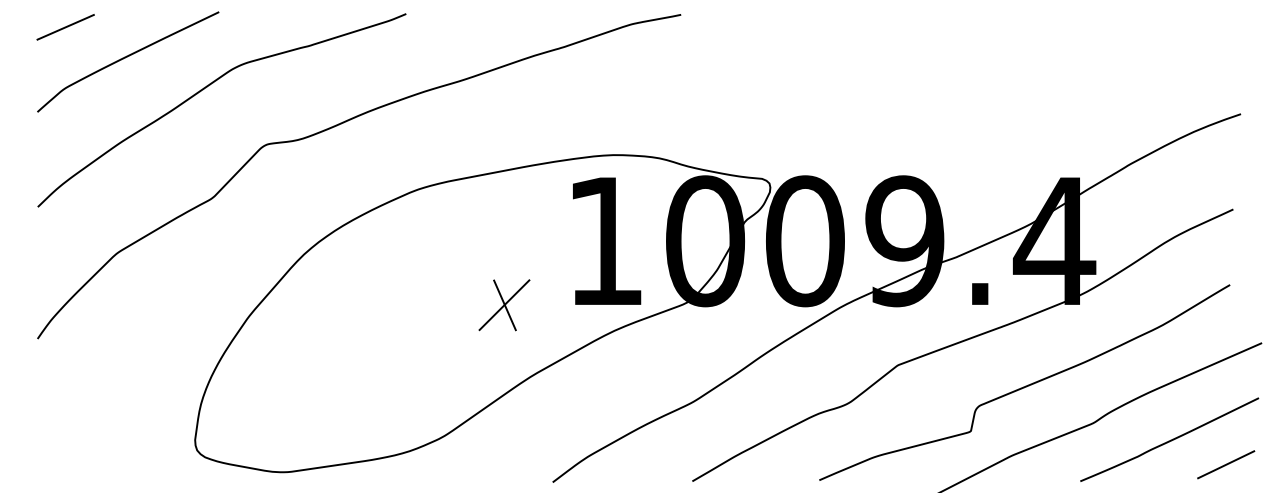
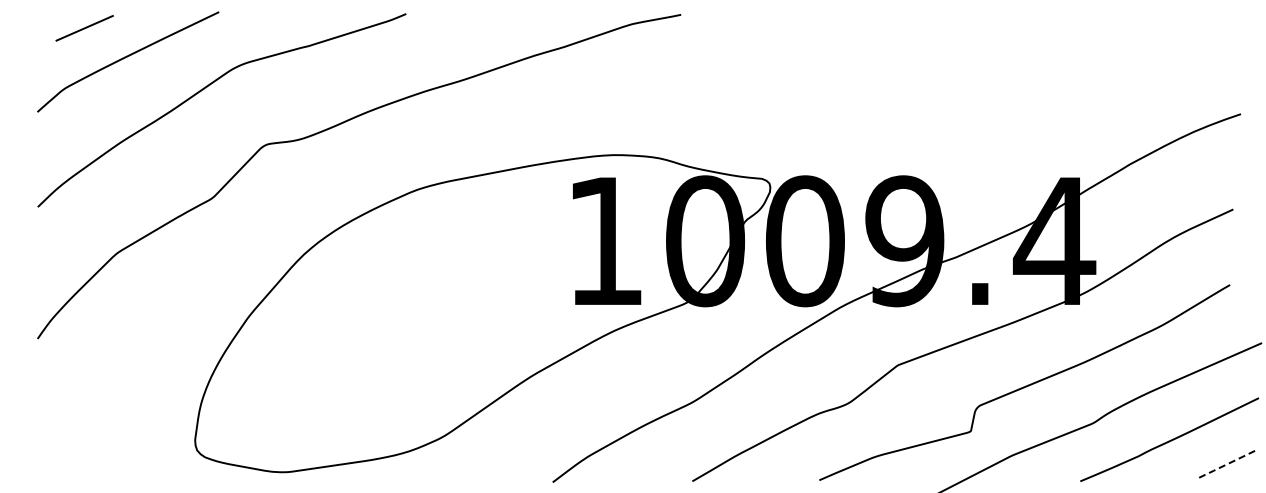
line at (65, 27) position: (65, 27) -> (84, 28)
part at (504, 305): present -> none
line at (1224, 465): solid -> dashed
